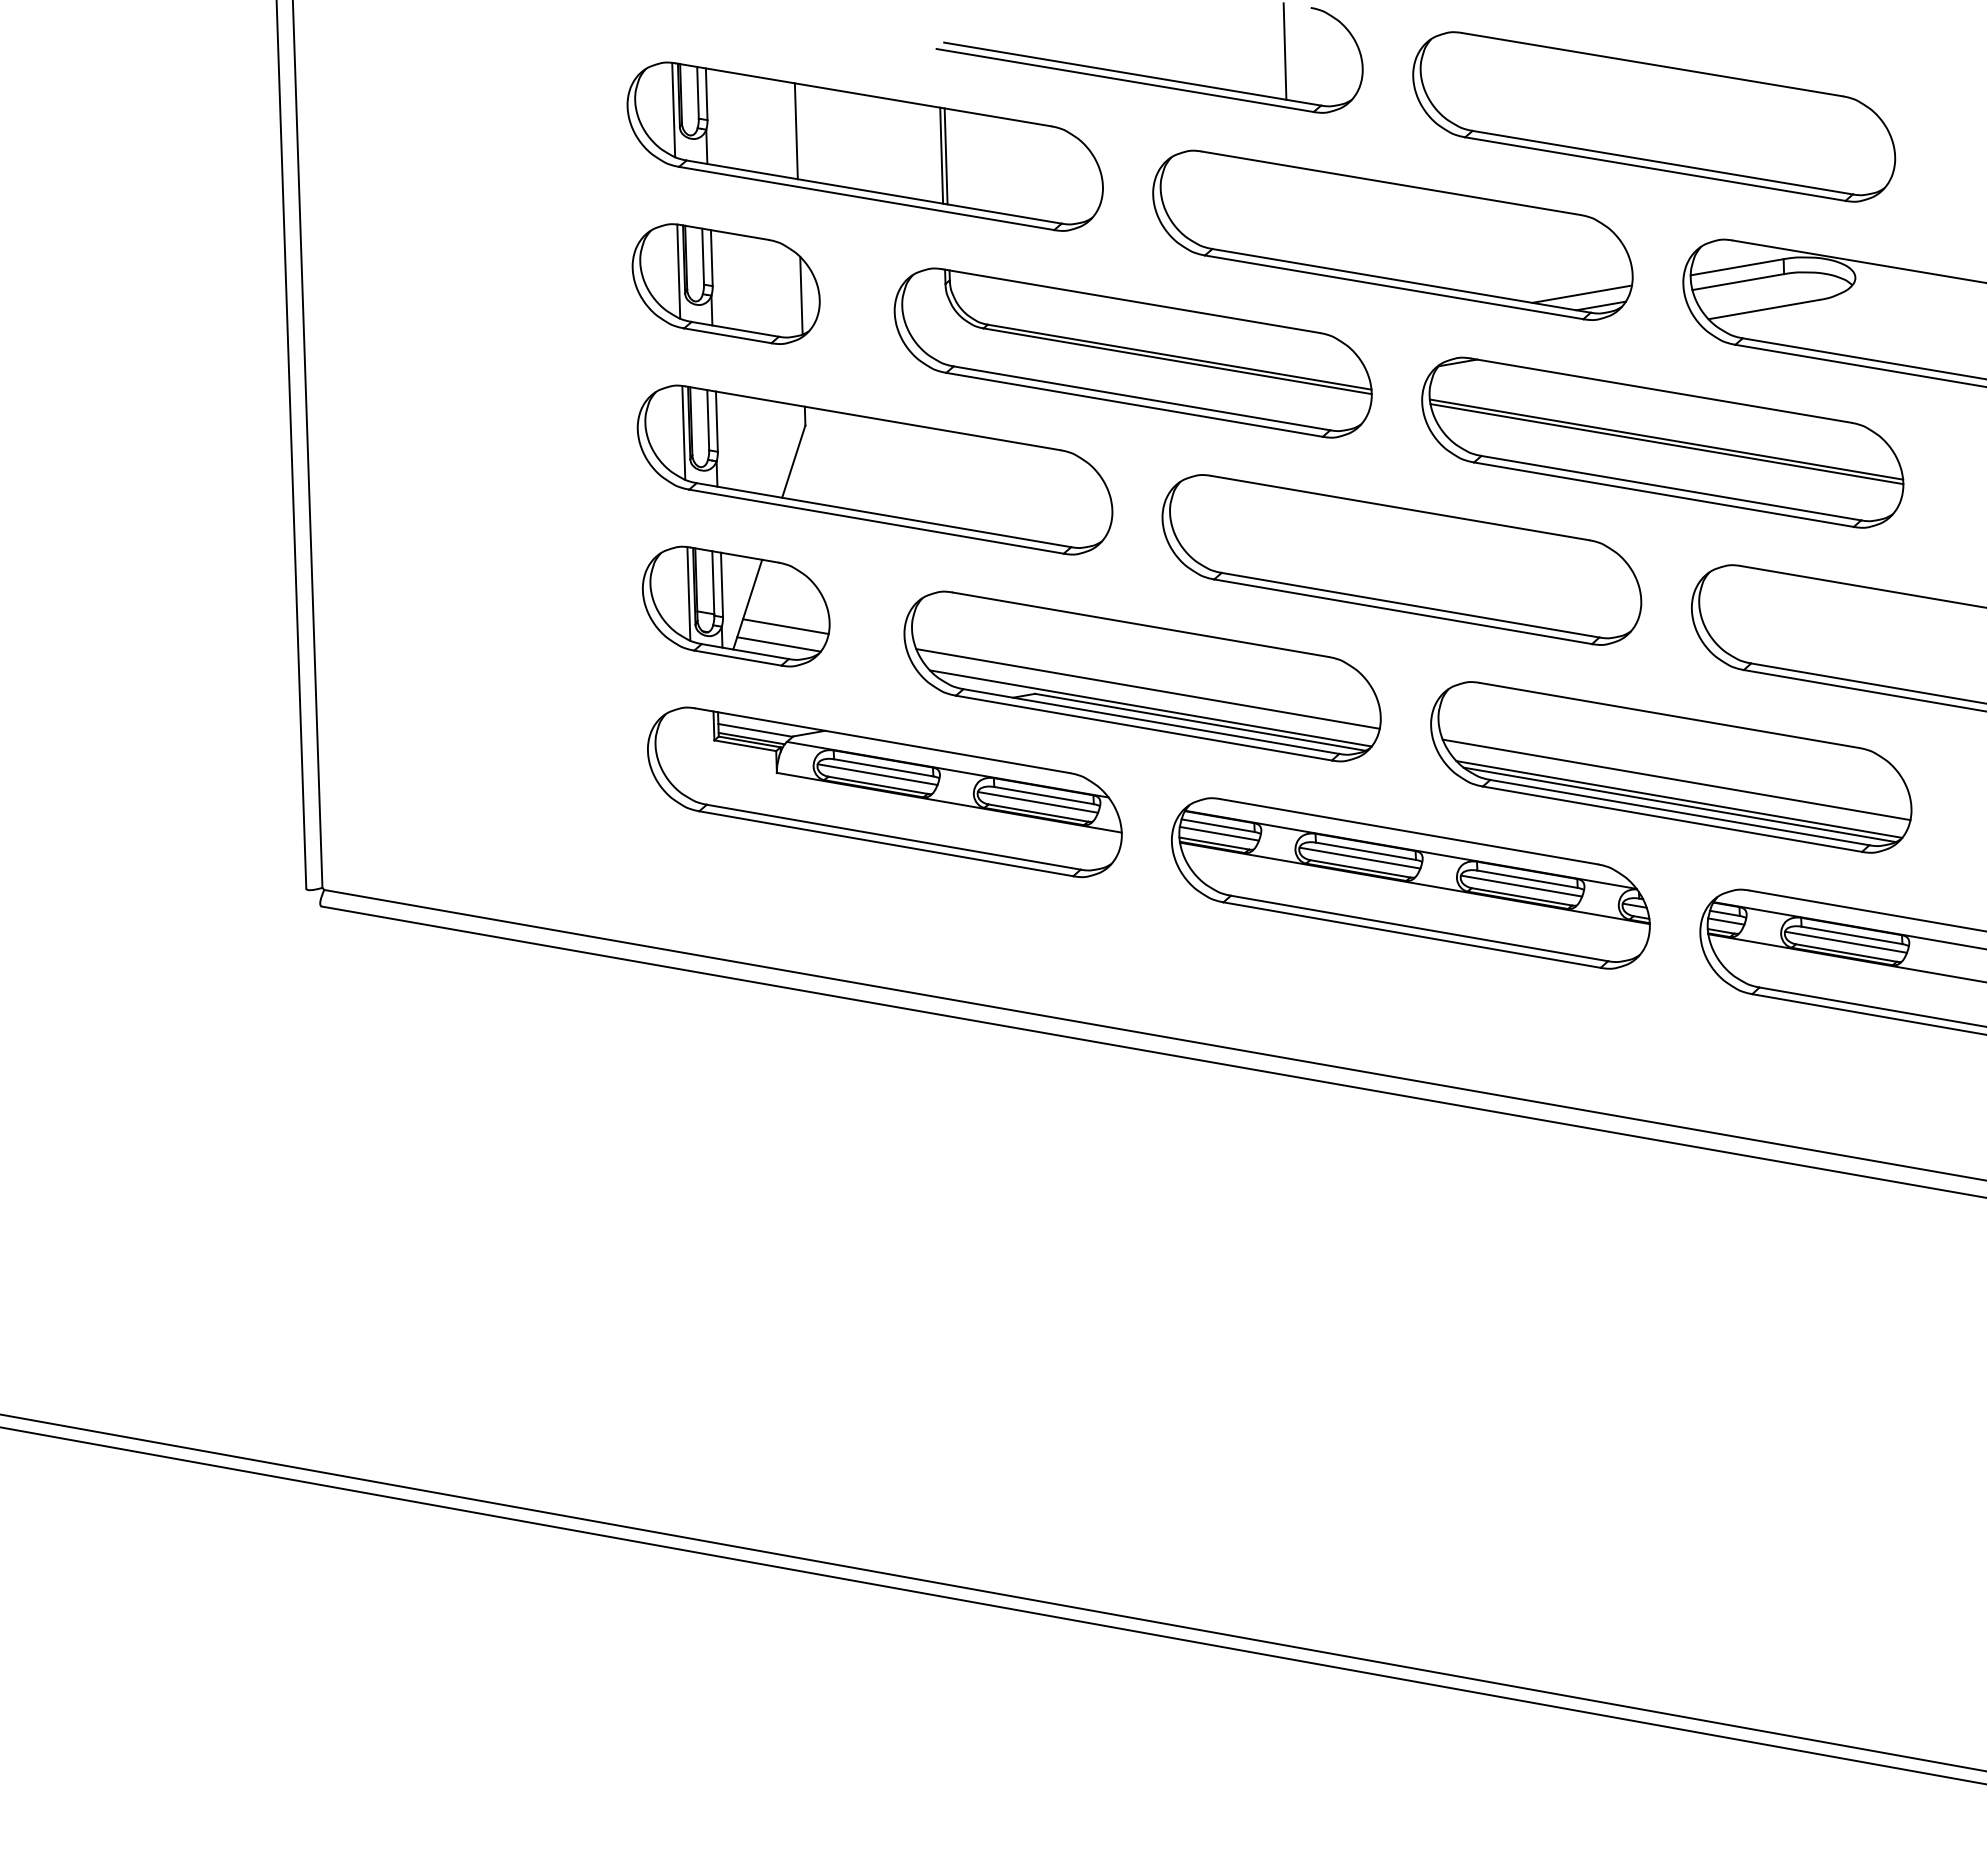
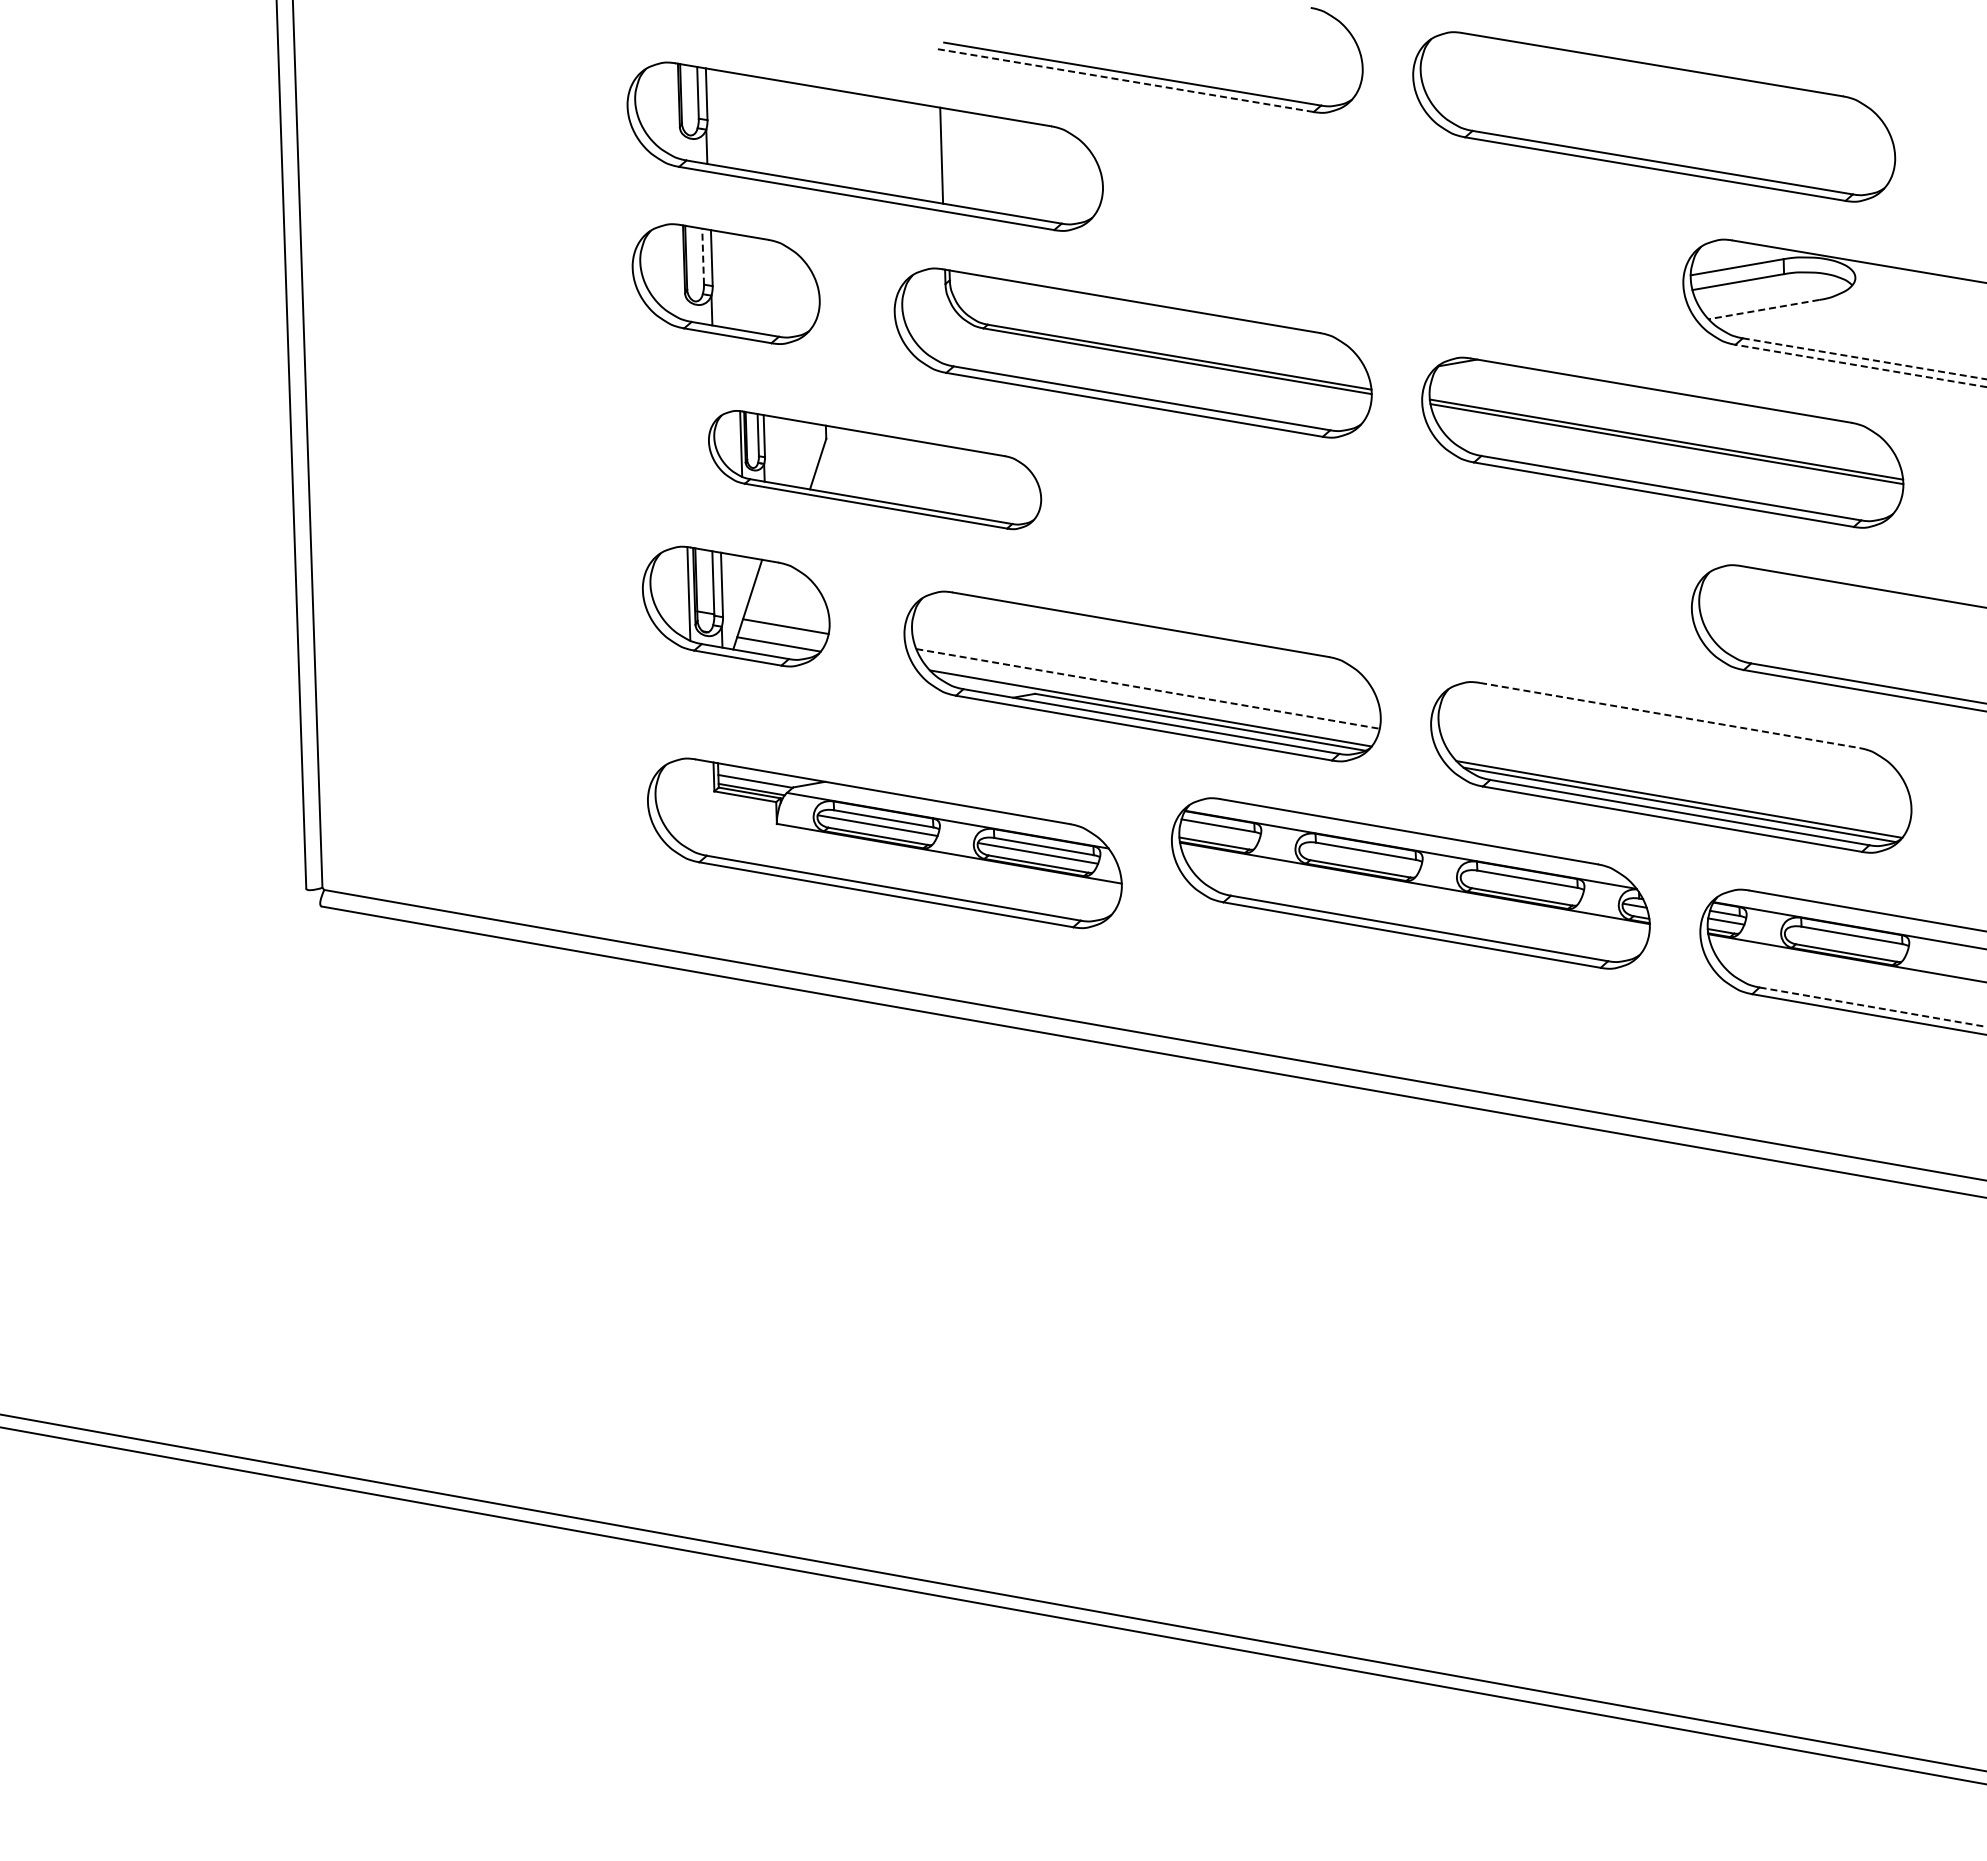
line at (1284, 51): present -> none
line at (1124, 80): solid -> dashed
line at (673, 109): present -> none
line at (795, 131): present -> none
line at (945, 156): present -> none
part at (1392, 234): present -> none
line at (703, 256): solid -> dashed
line at (678, 271): present -> none
line at (801, 295): present -> none
line at (1763, 309): solid -> dashed
line at (1864, 358): solid -> dashed
line at (1860, 365): solid -> dashed
part at (874, 469) size: 478x172 px -> 335x121 px
part at (1401, 559): present -> none
line at (1148, 689): solid -> dashed
line at (1670, 715): solid -> dashed
line at (1676, 779): present -> none
part at (884, 792) position: (884, 792) -> (884, 843)
line at (1219, 833): present -> none
line at (1359, 857): present -> none
line at (1521, 885): present -> none
line at (1846, 941): present -> none
line at (1873, 1007): solid -> dashed
